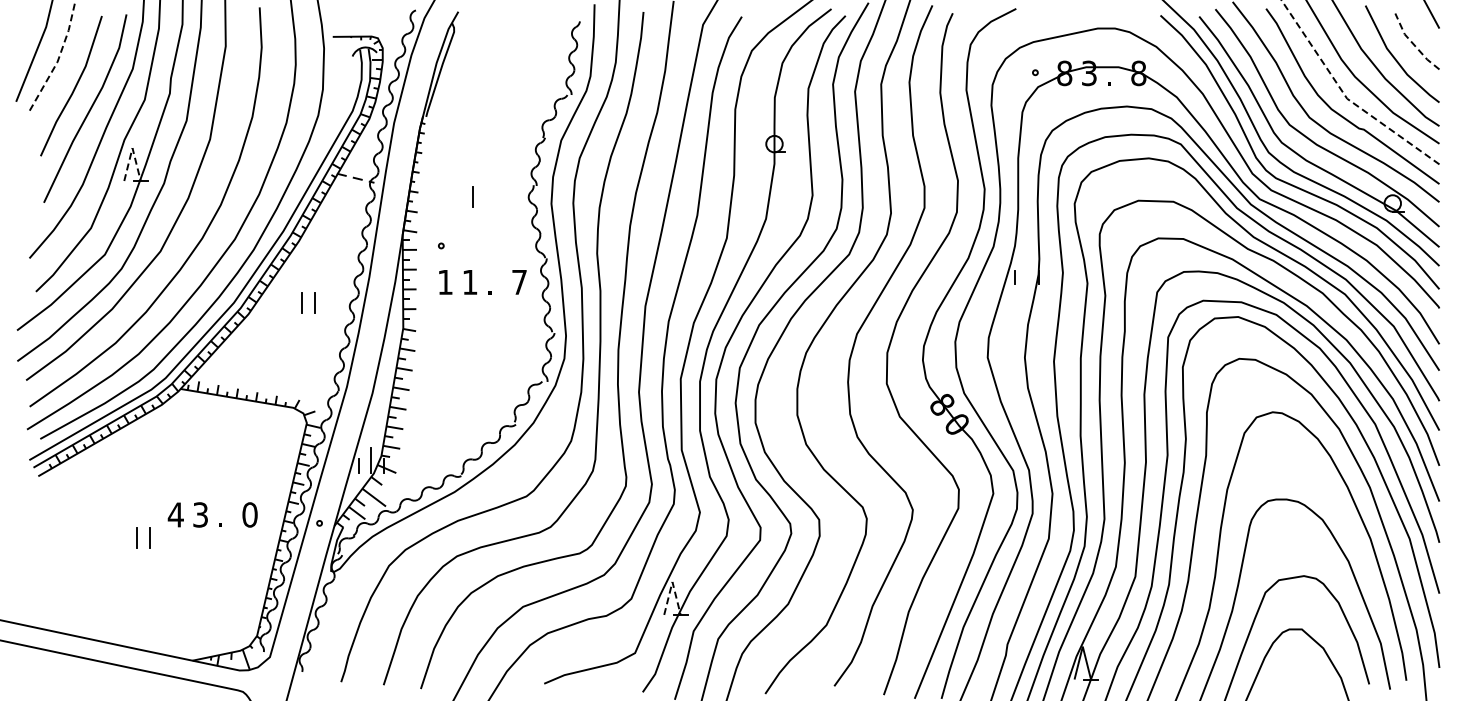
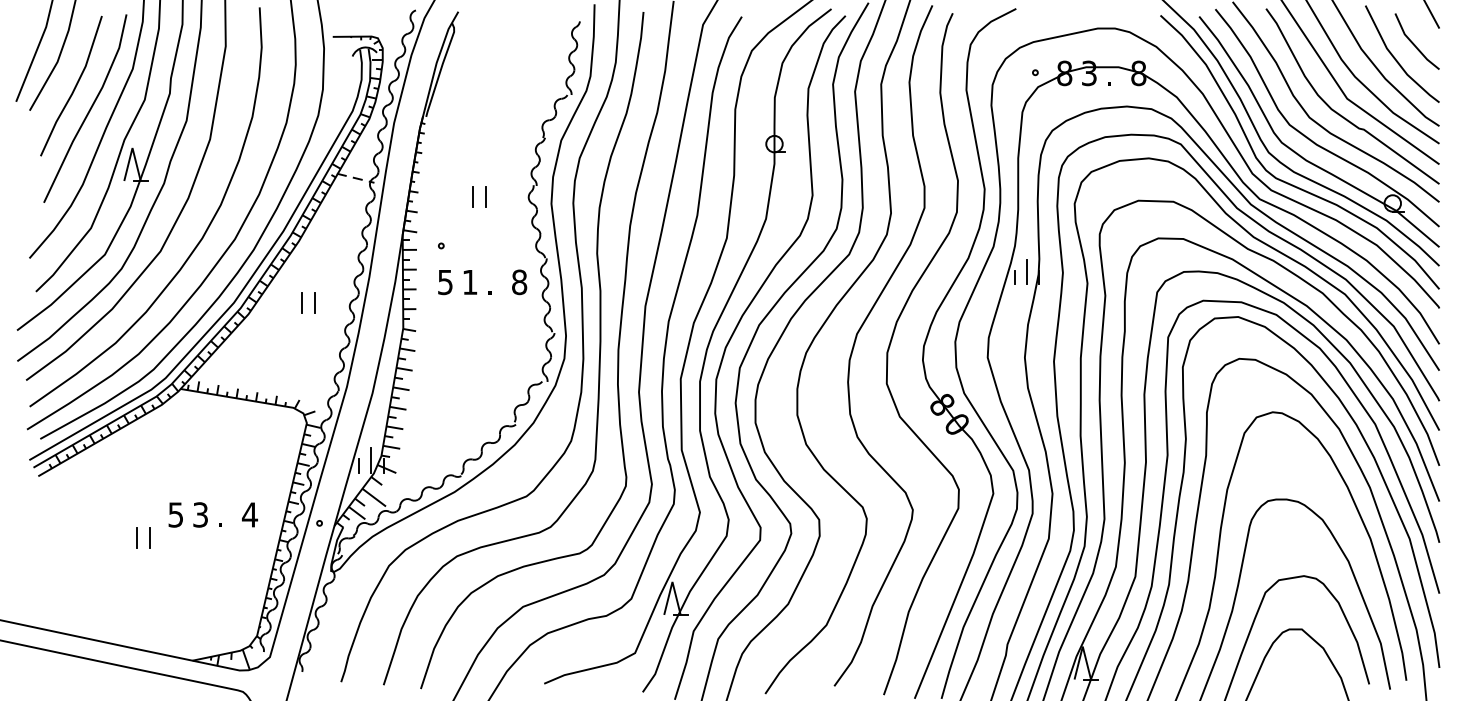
line at (1413, 44): dashed -> solid
line at (58, 58): dashed -> solid
line at (1346, 97): dashed -> solid
line at (132, 148): dashed -> solid
line at (485, 196): none -> present
line at (1026, 271): none -> present
text at (445, 282): 1 -> 5
text at (519, 282): 7 -> 8
text at (175, 514): 4 -> 5
text at (250, 514): 0 -> 4
line at (672, 581): dashed -> solid
